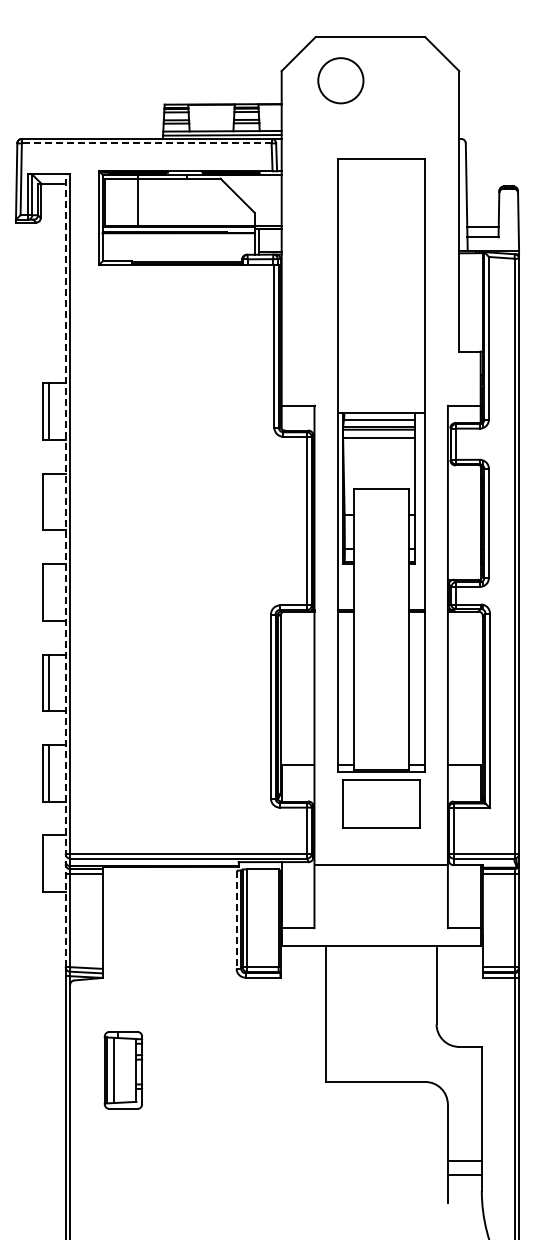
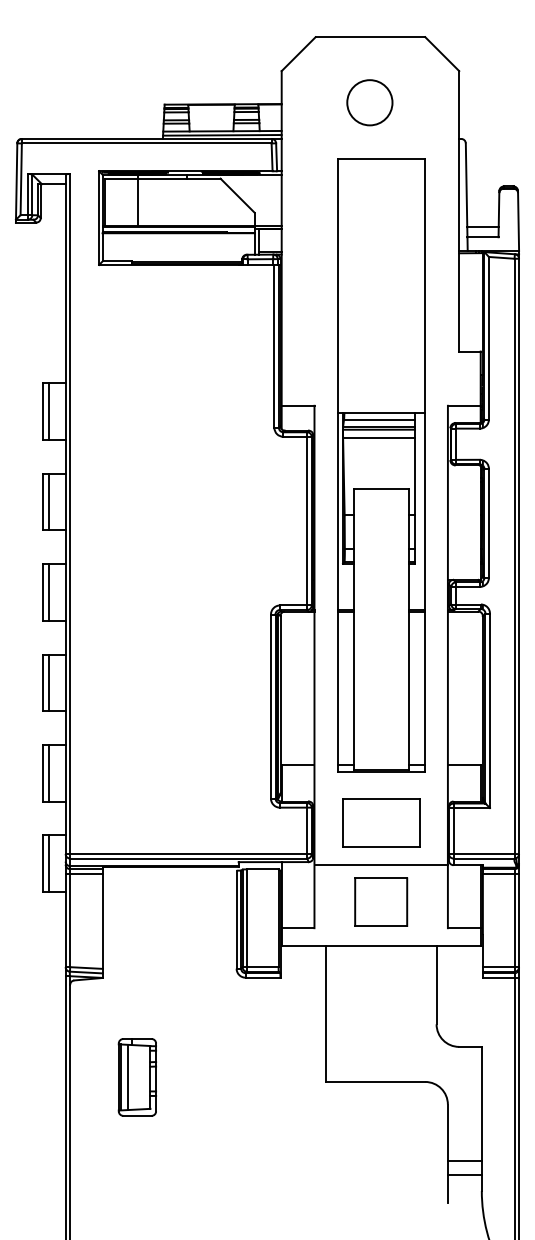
circle at (340, 80) position: (340, 80) -> (369, 102)
line at (146, 143): dashed -> solid
line at (49, 501): none -> present
line at (65, 570): dashed -> solid
line at (49, 592): none -> present
part at (381, 803) position: (381, 803) -> (381, 822)
line at (49, 863): none -> present
part at (381, 901): none -> present
line at (236, 920): dashed -> solid
part at (122, 1070) position: (122, 1070) -> (136, 1077)
